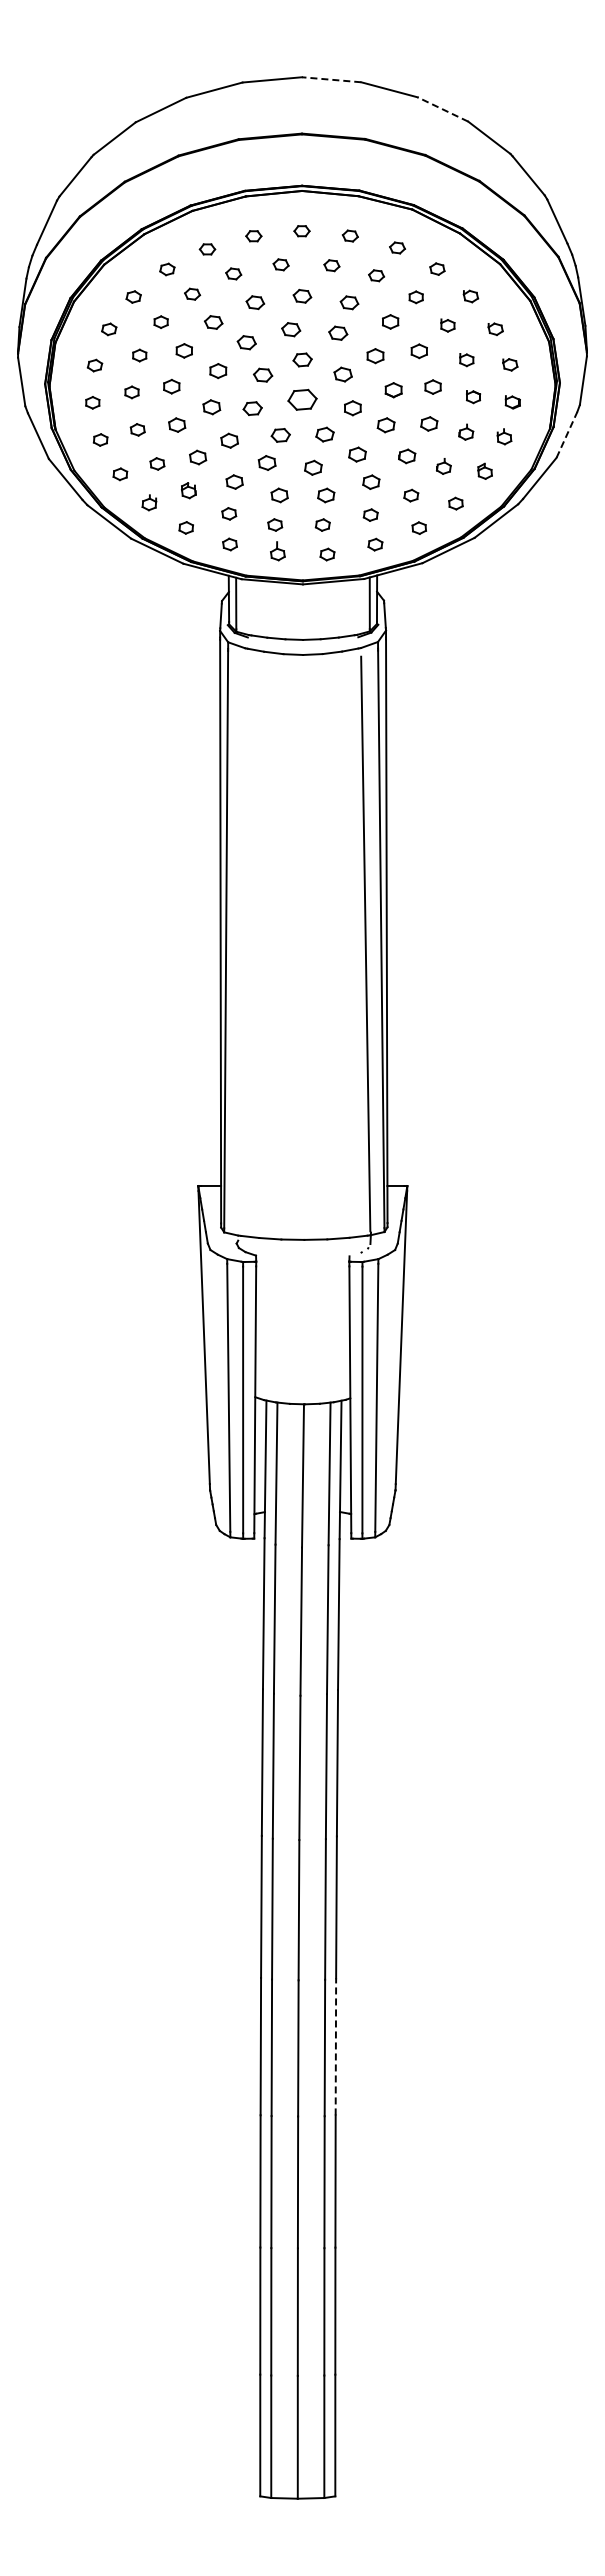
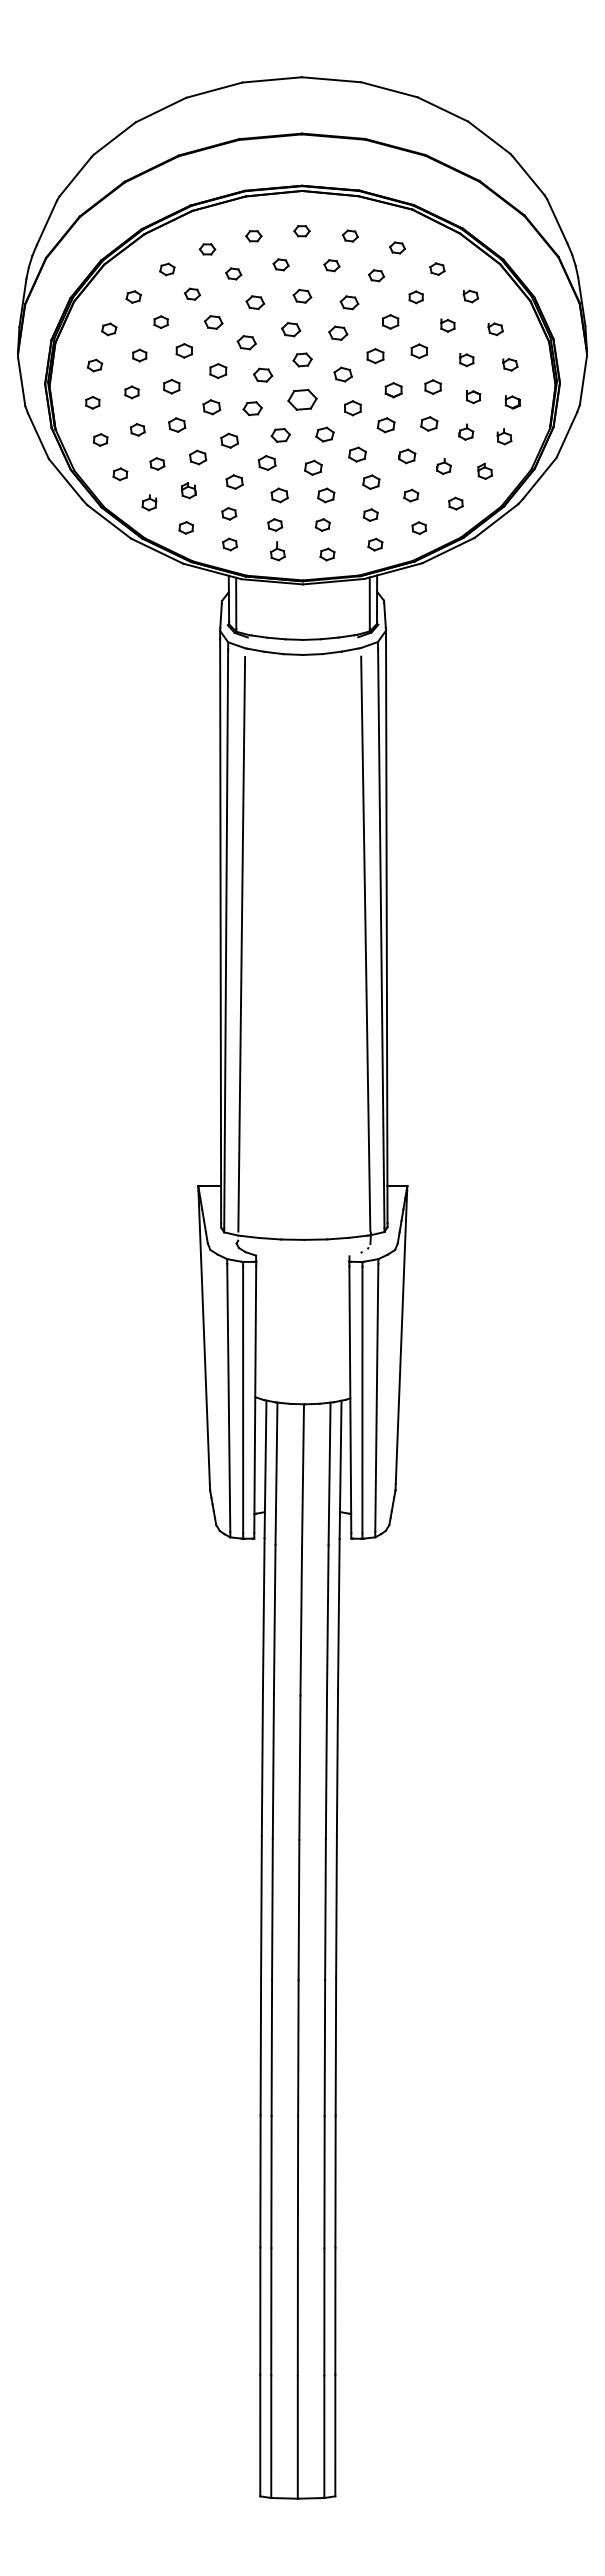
line at (331, 79): dashed -> solid
line at (442, 109): dashed -> solid
line at (567, 434): dashed -> solid
line at (241, 943): none -> present
line at (335, 2046): dashed -> solid
